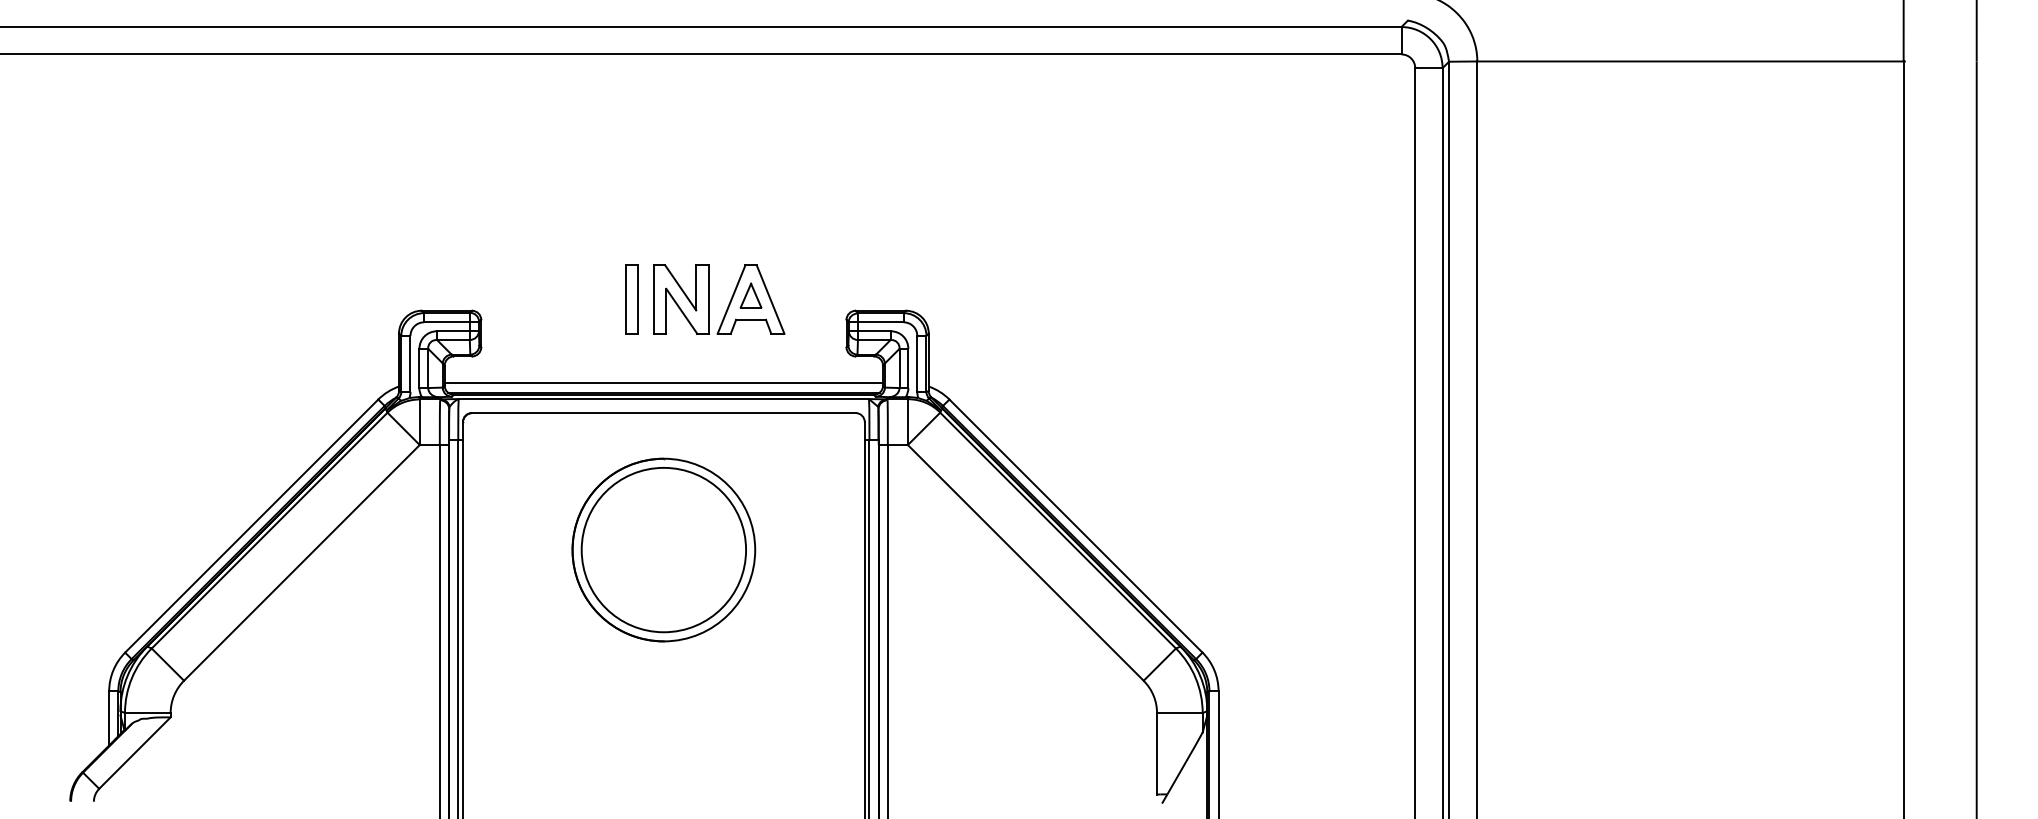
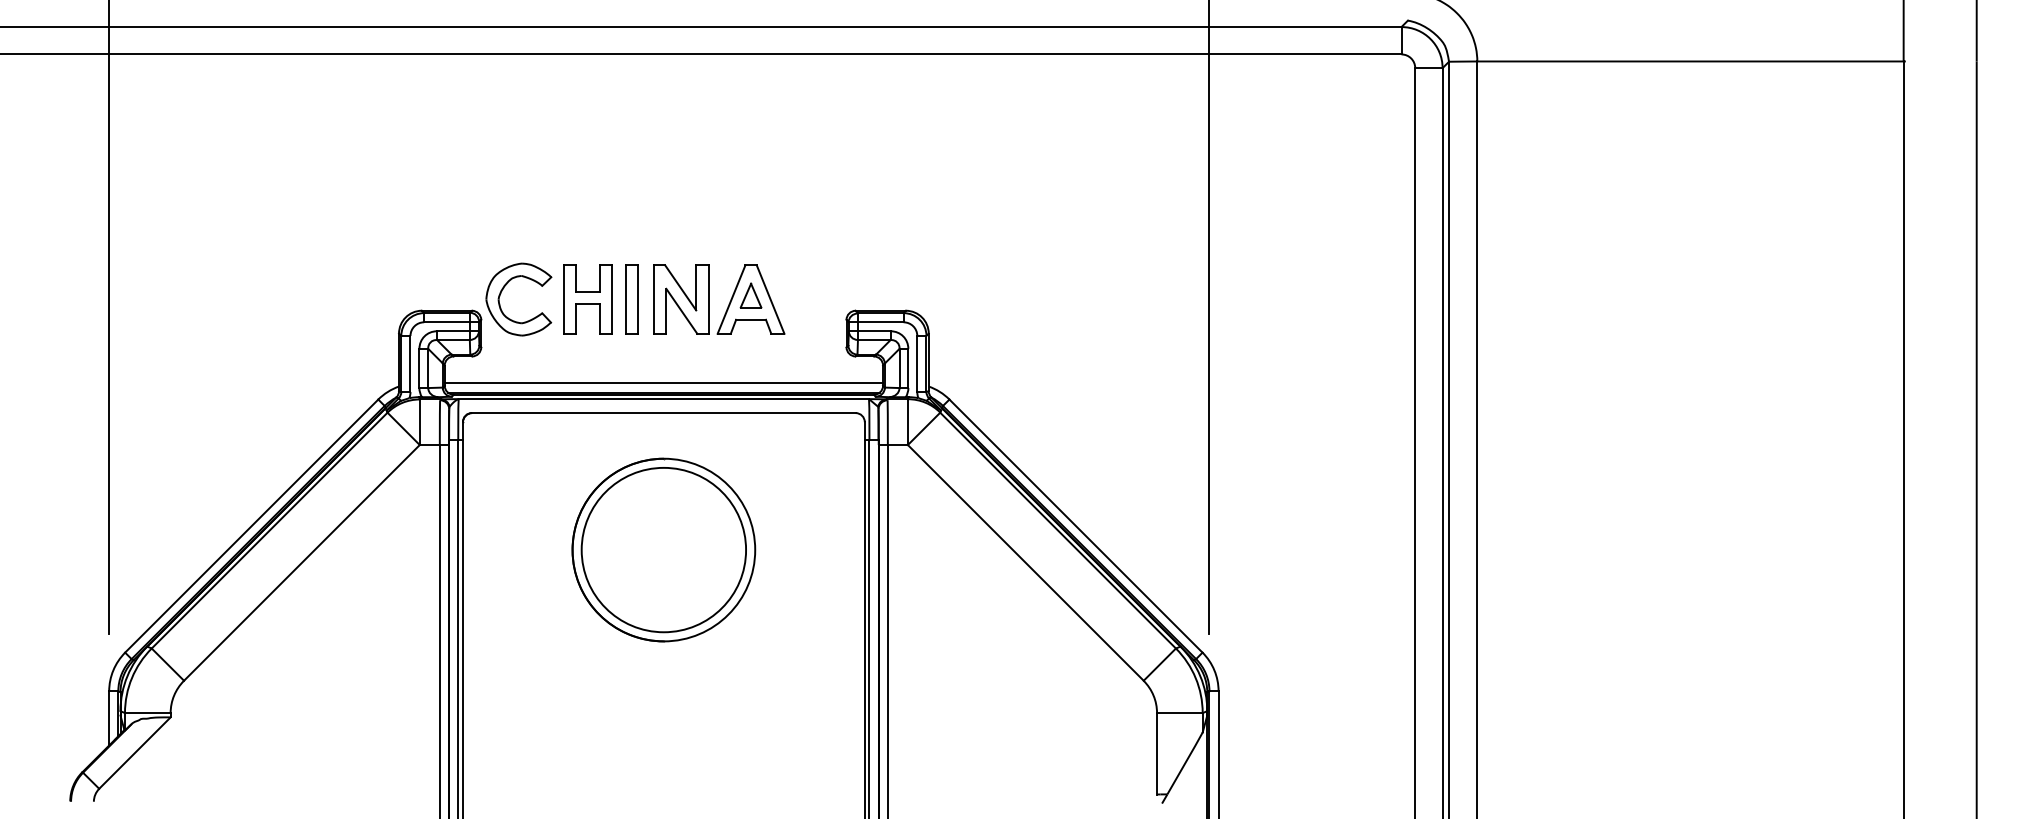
part at (504, 288): none -> present
part at (587, 299): none -> present
line at (109, 318): none -> present
line at (1209, 318): none -> present
